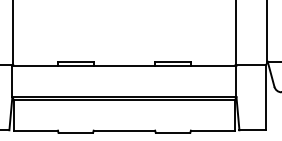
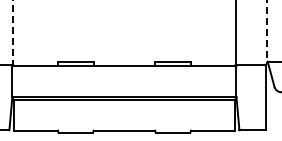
line at (13, 32): solid -> dashed
line at (267, 32): solid -> dashed
